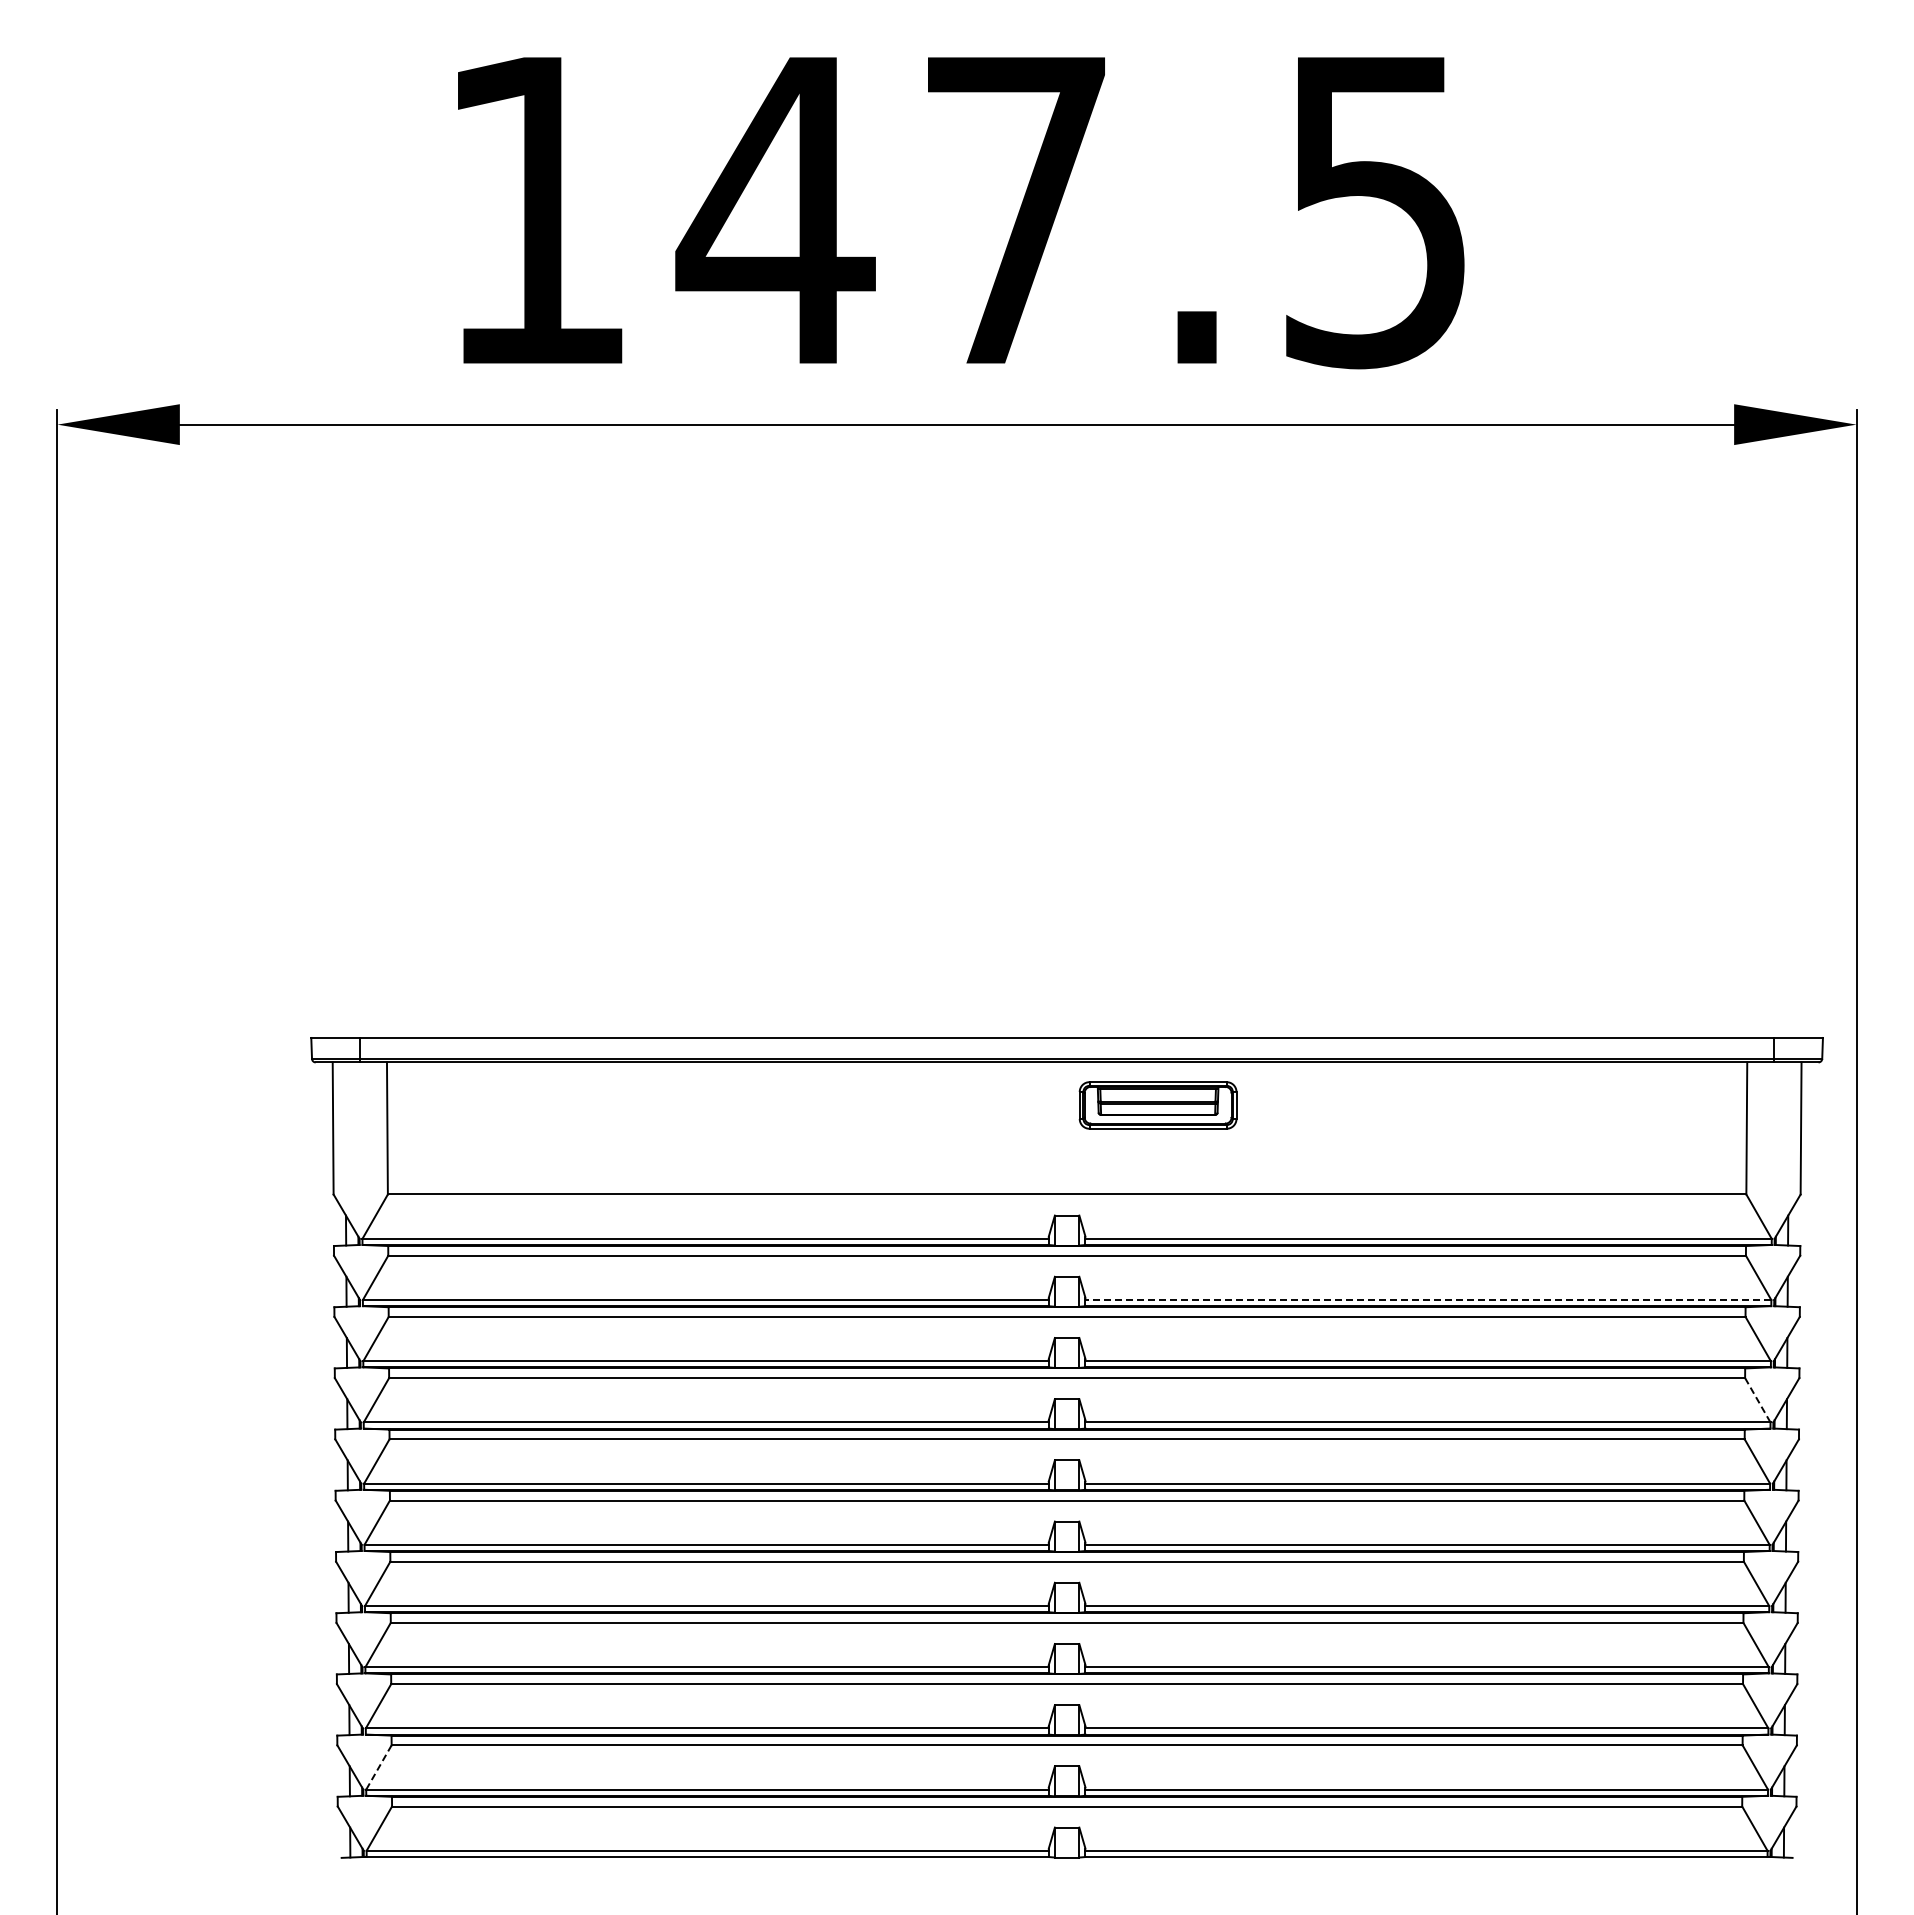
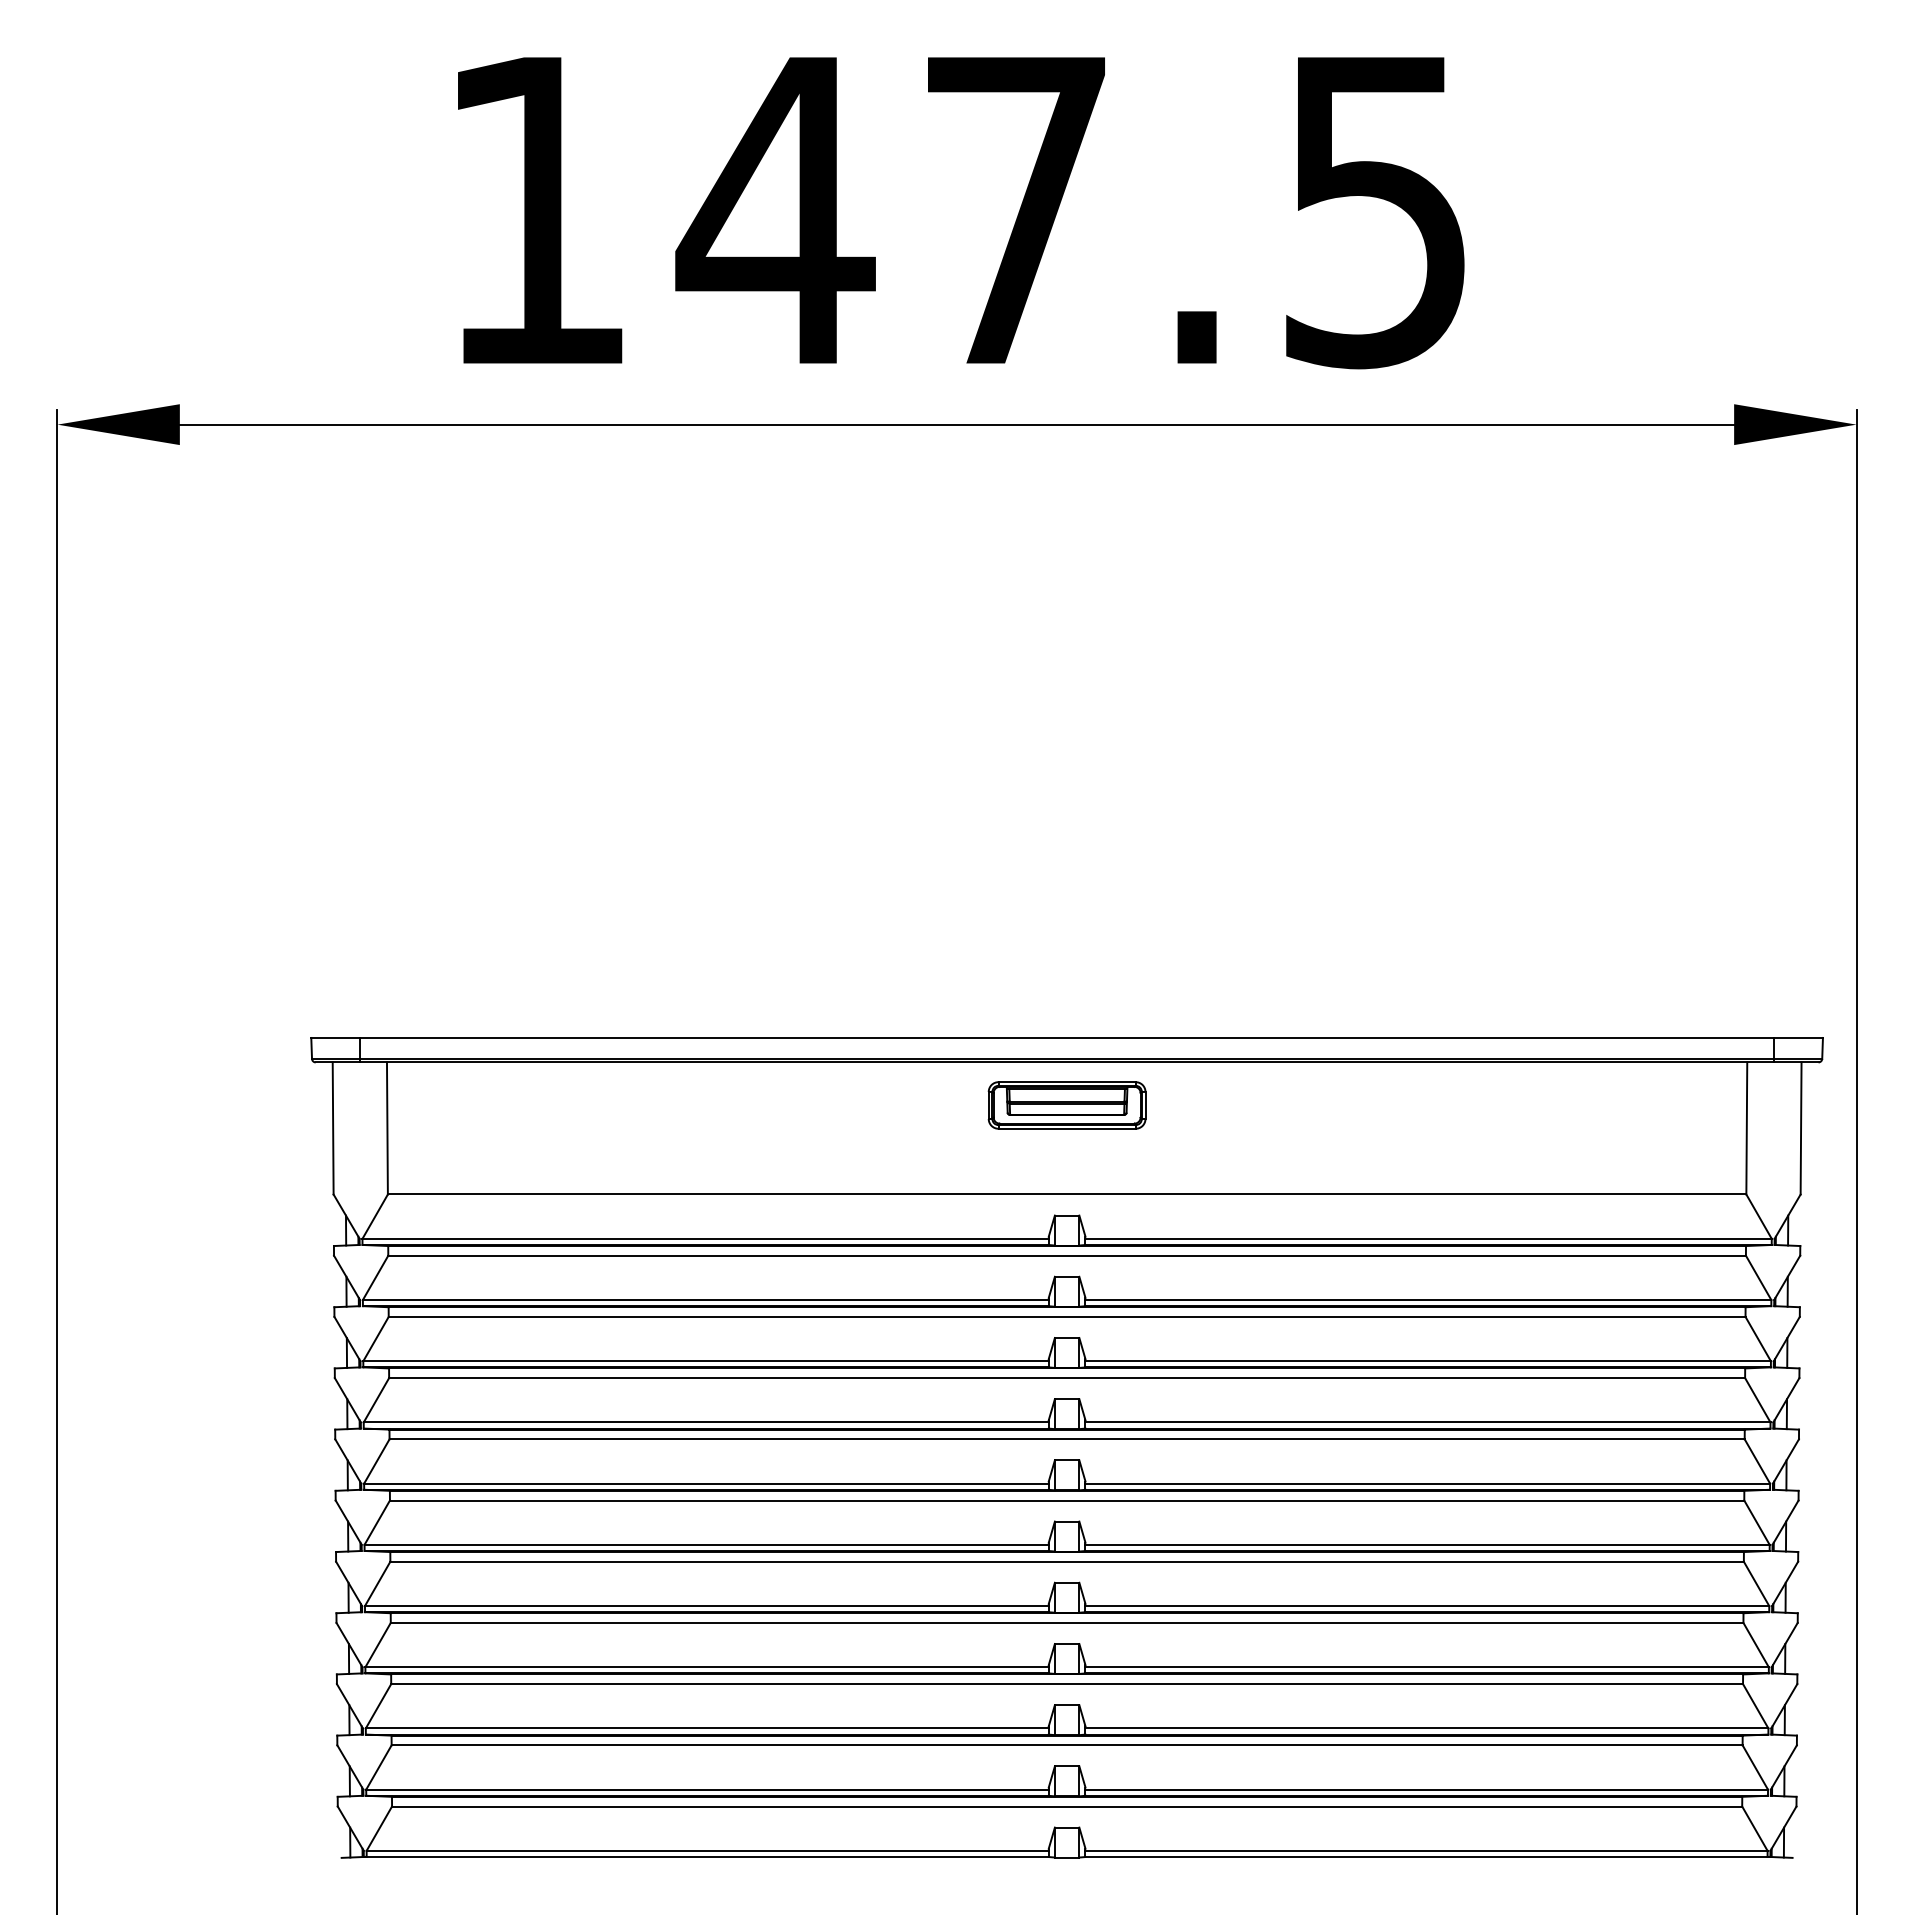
part at (1157, 1105) position: (1157, 1105) -> (1066, 1105)
line at (1428, 1300): dashed -> solid
line at (1757, 1400): dashed -> solid
line at (378, 1767): dashed -> solid
